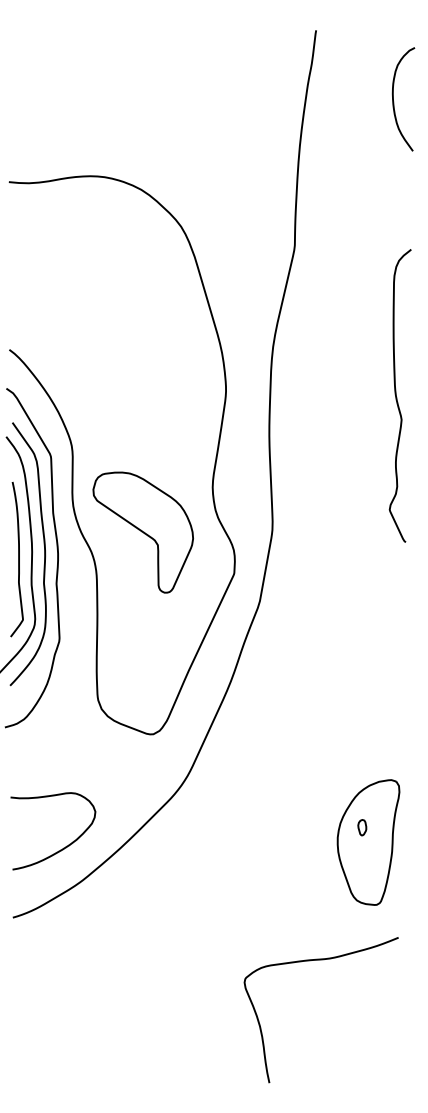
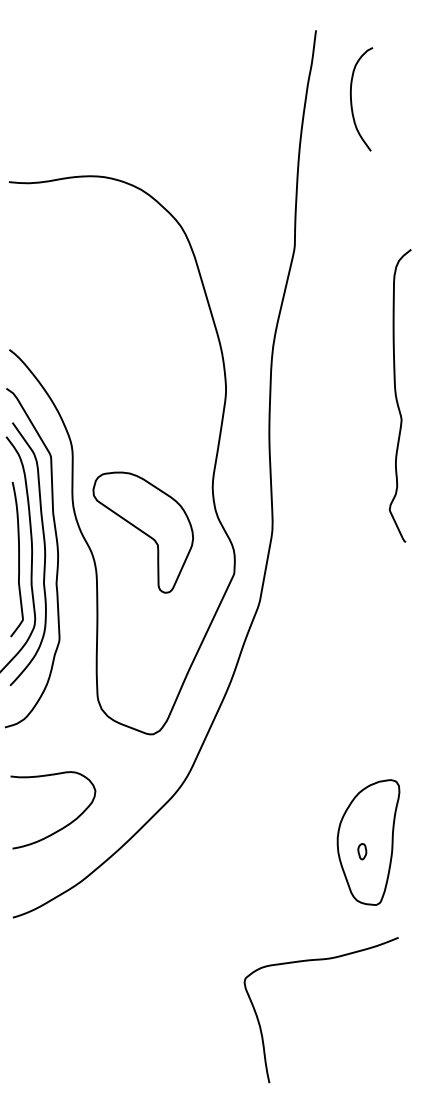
curve at (394, 101) position: (394, 101) -> (352, 101)
part at (362, 827) position: (362, 827) -> (362, 851)
part at (63, 847) position: (63, 847) -> (63, 826)
